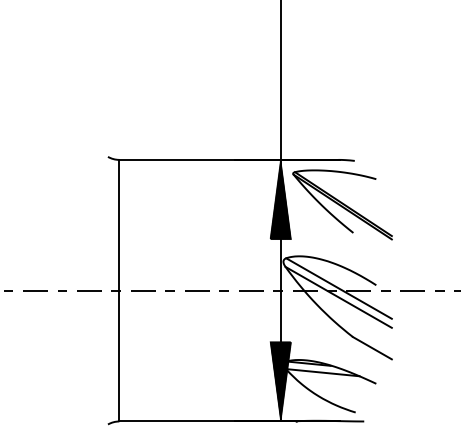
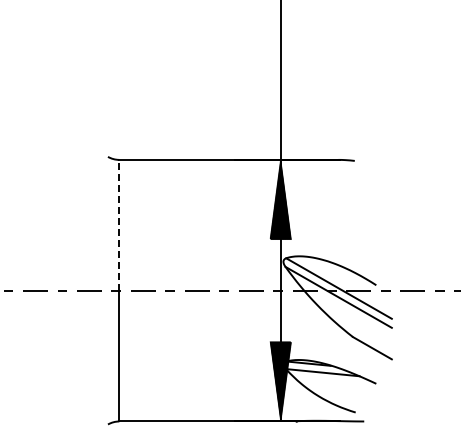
part at (342, 204): present -> none
line at (119, 224): solid -> dashed
